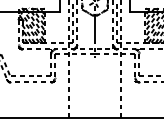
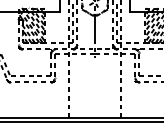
line at (81, 122): none -> present
